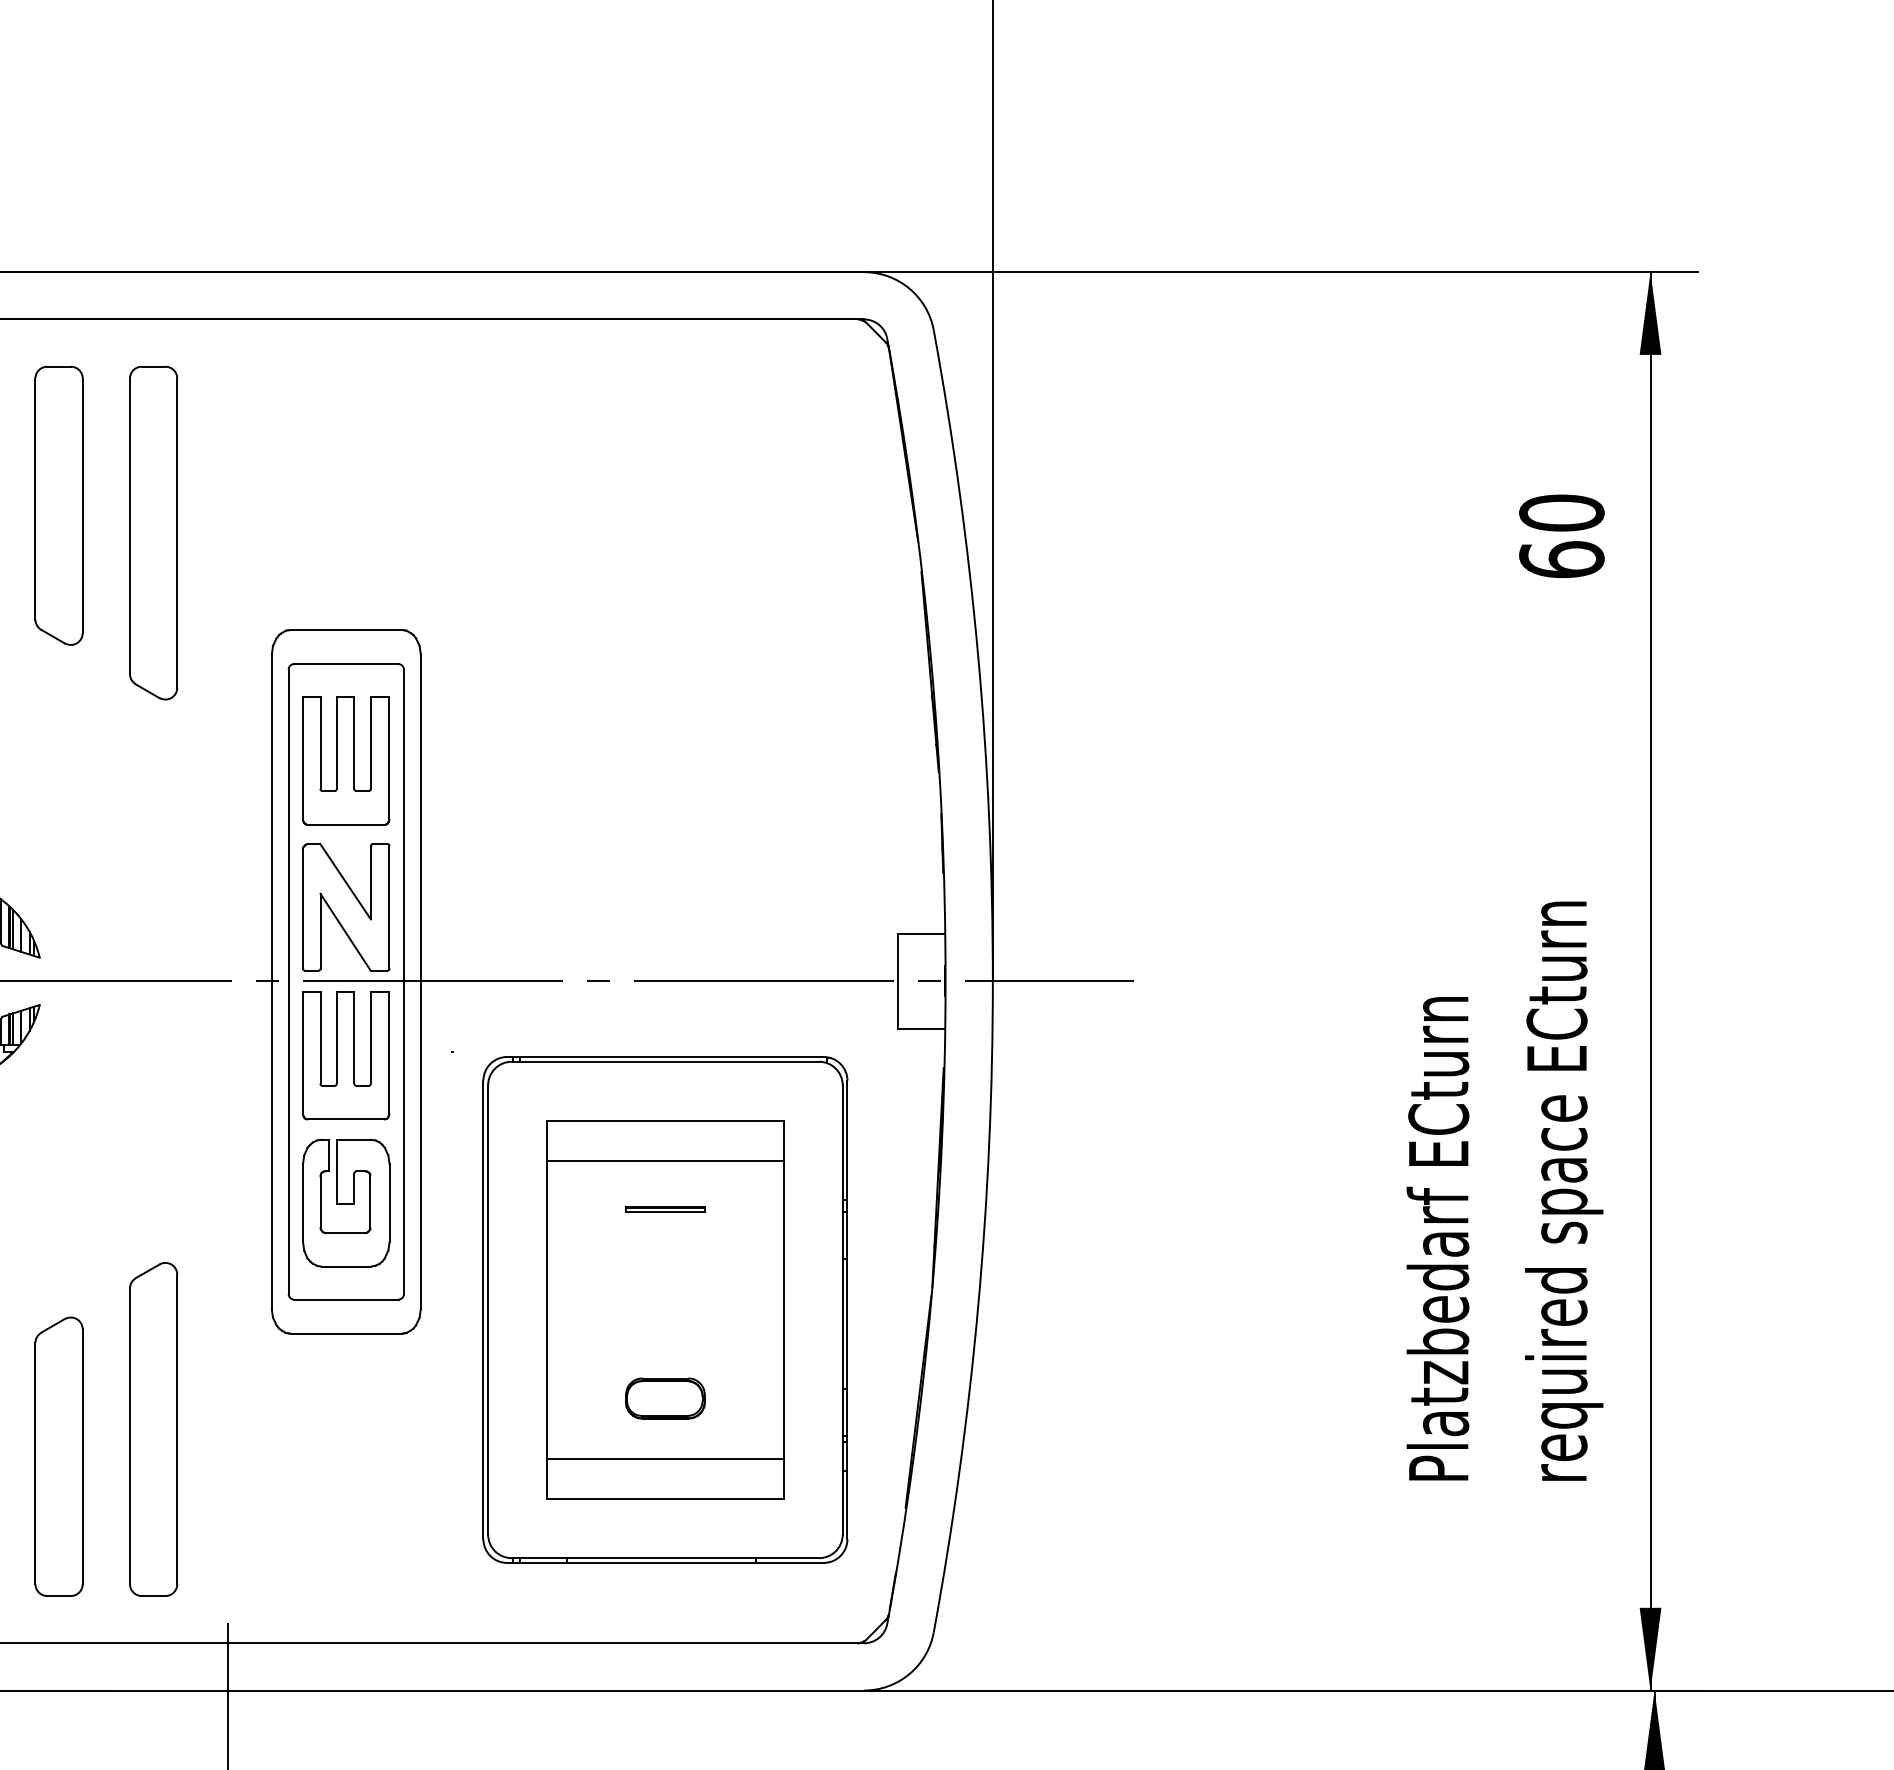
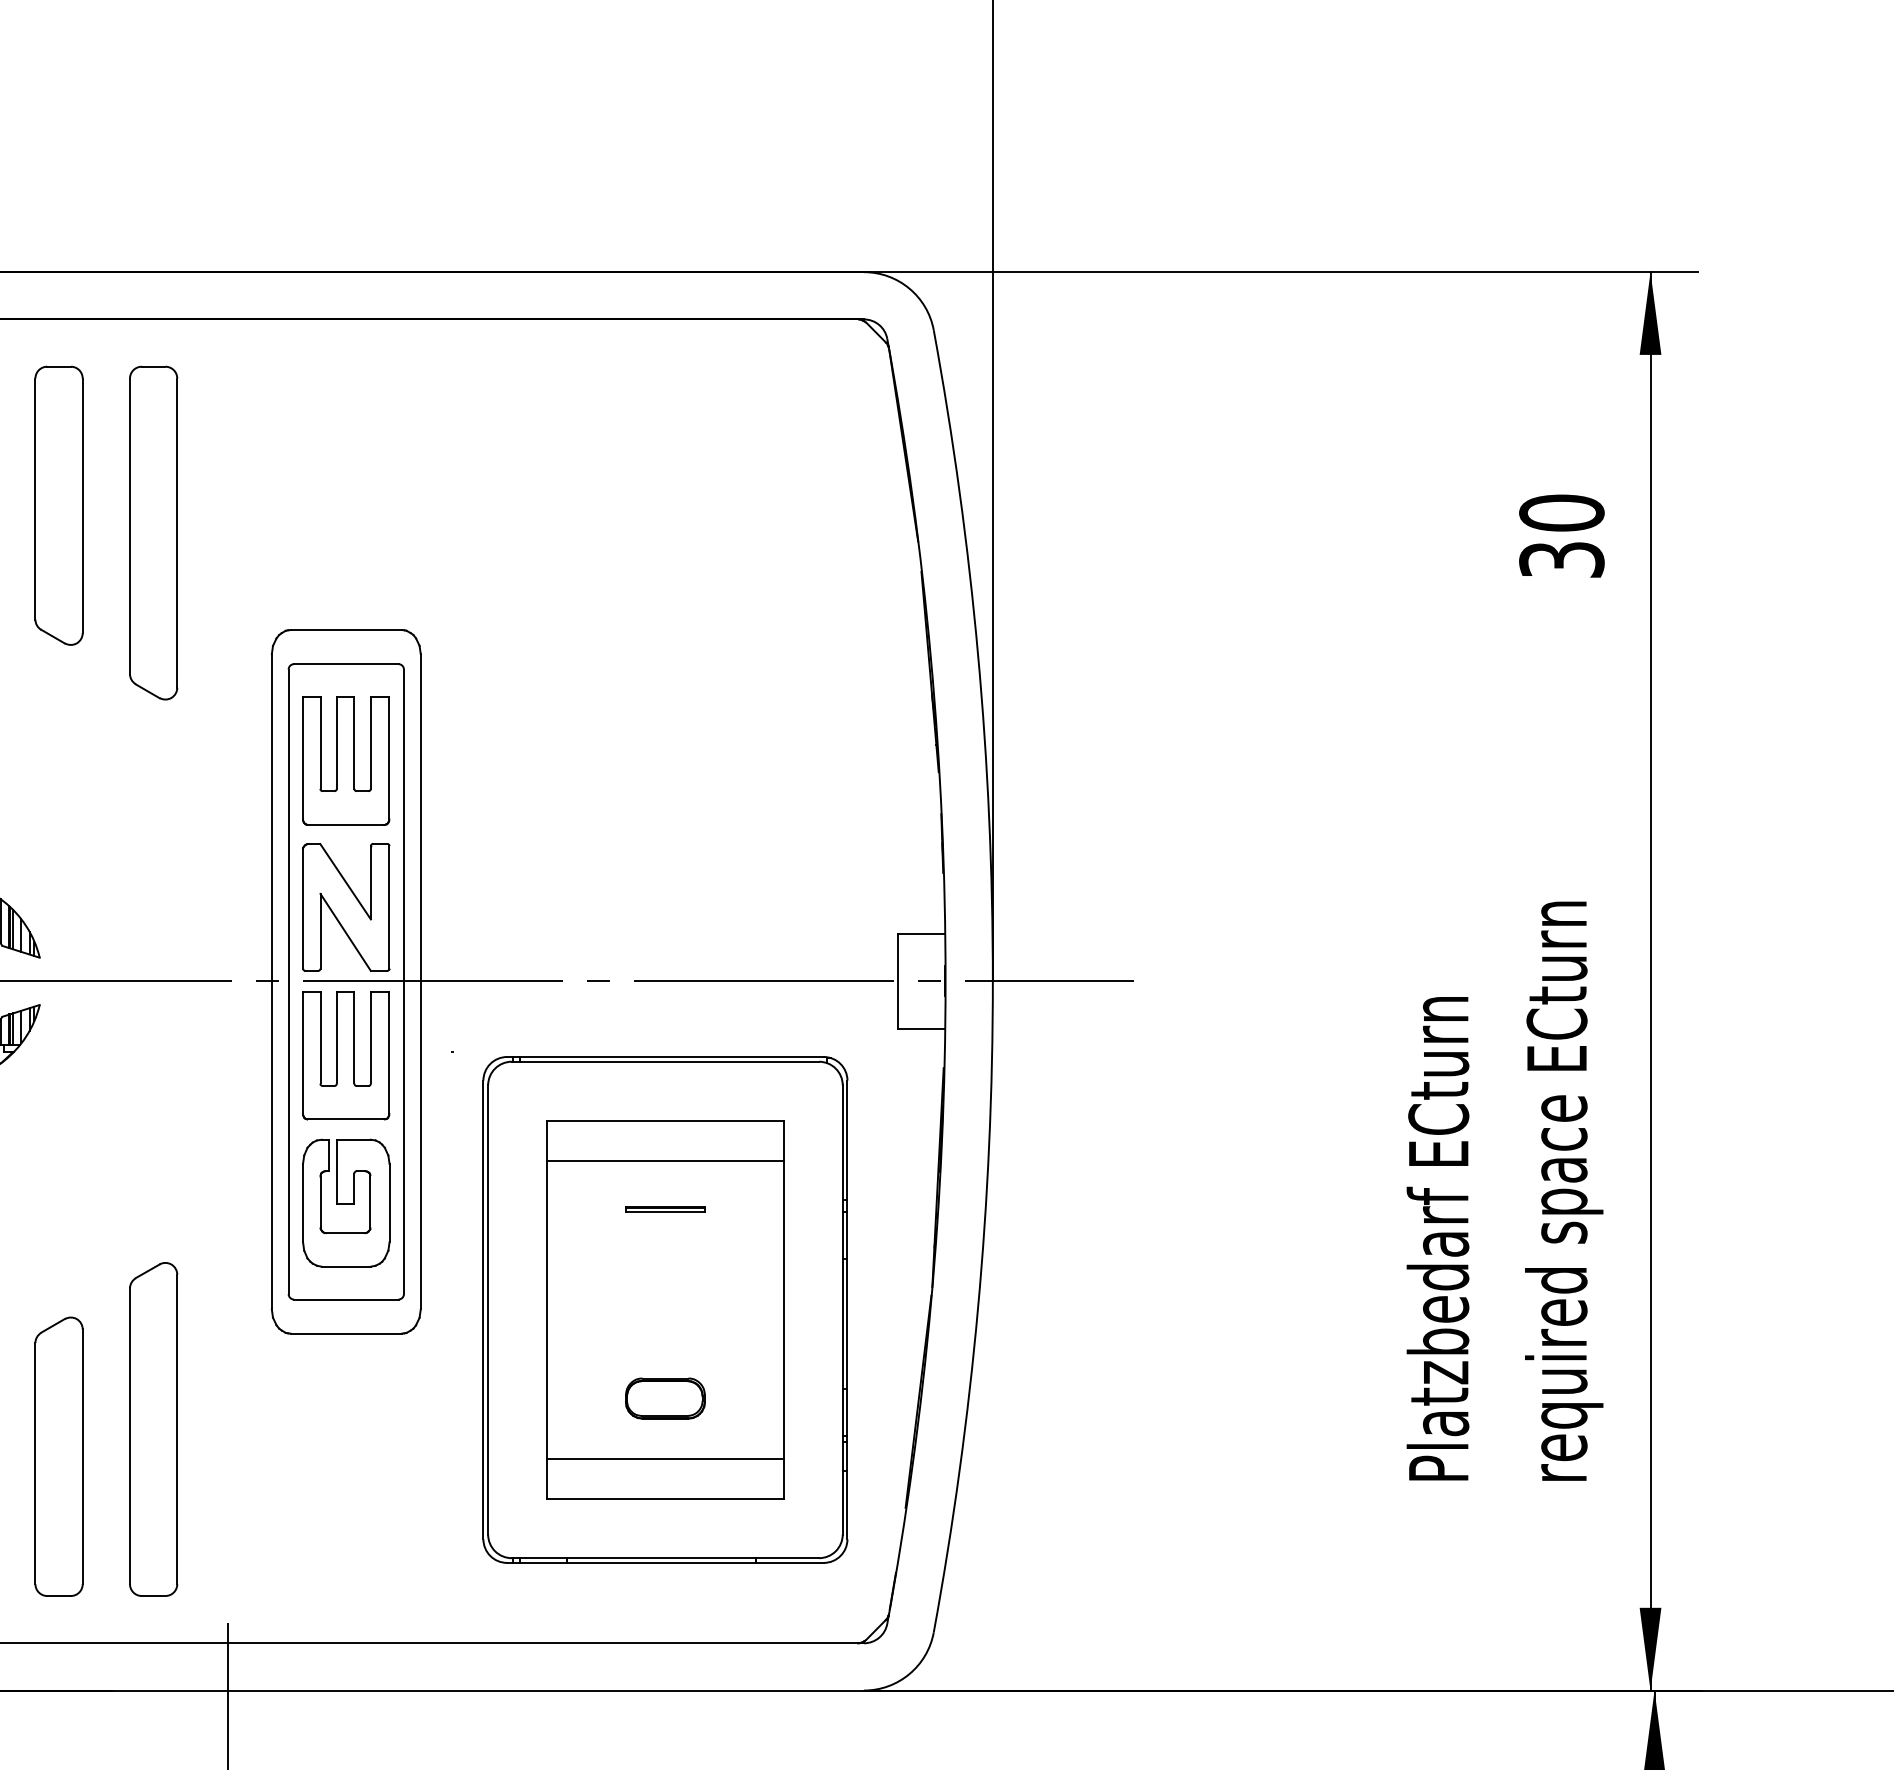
text at (1561, 559): 60 -> 30
